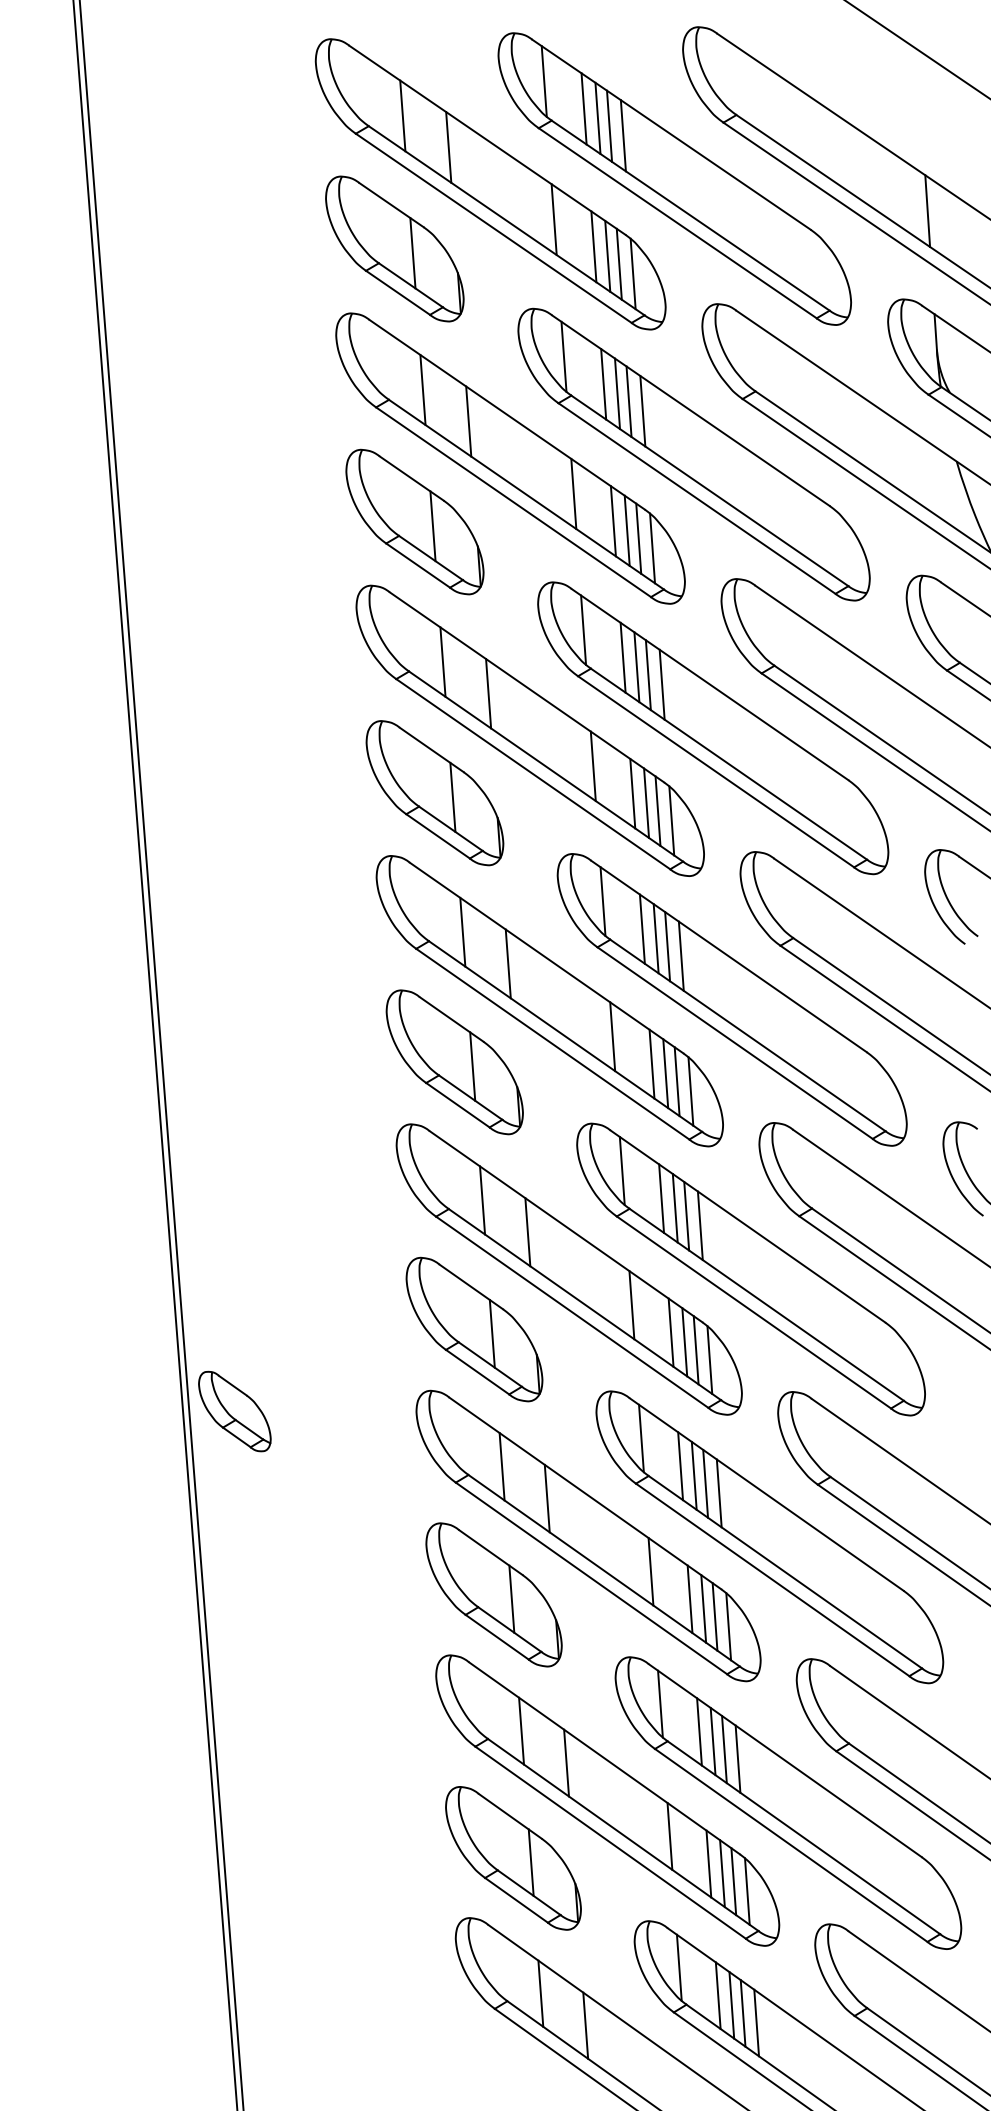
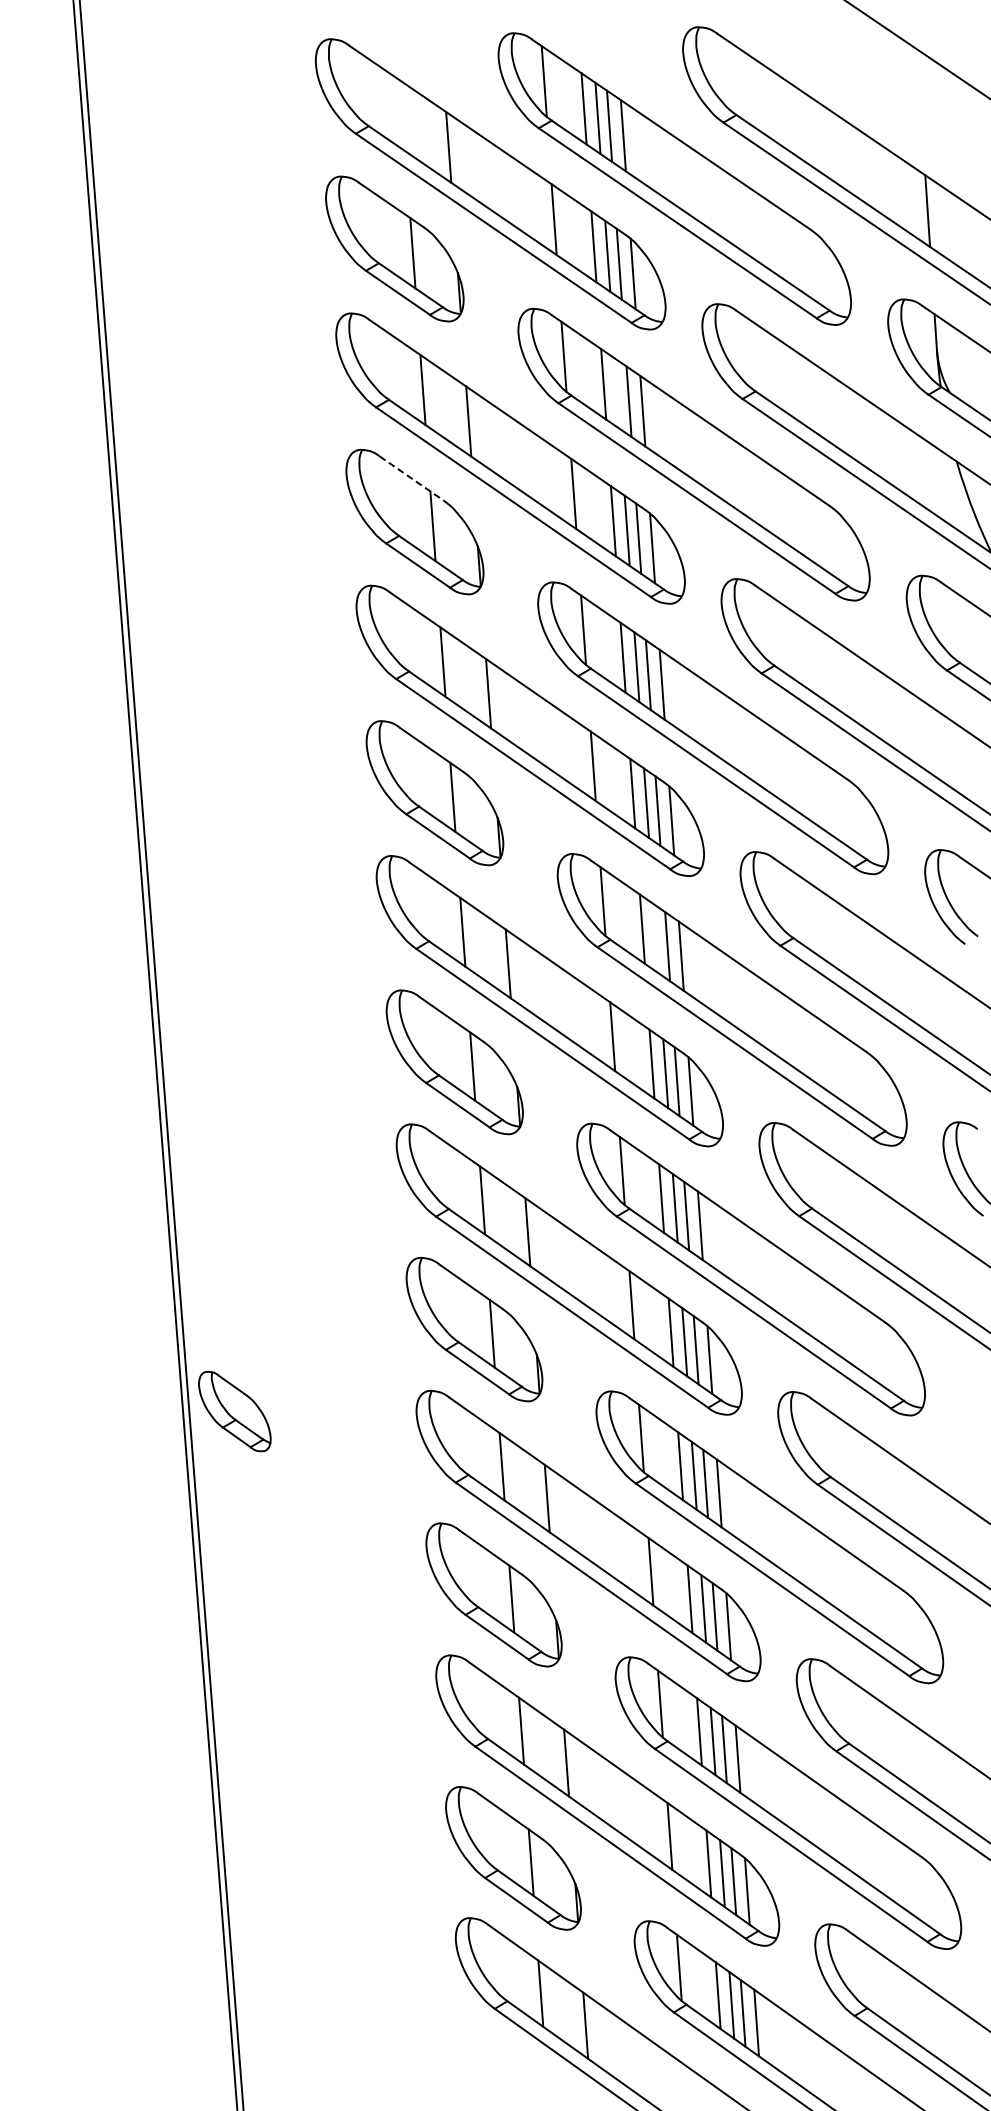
line at (402, 115): present -> none
line at (617, 393): present -> none
line at (411, 478): solid -> dashed
line at (655, 938): present -> none
